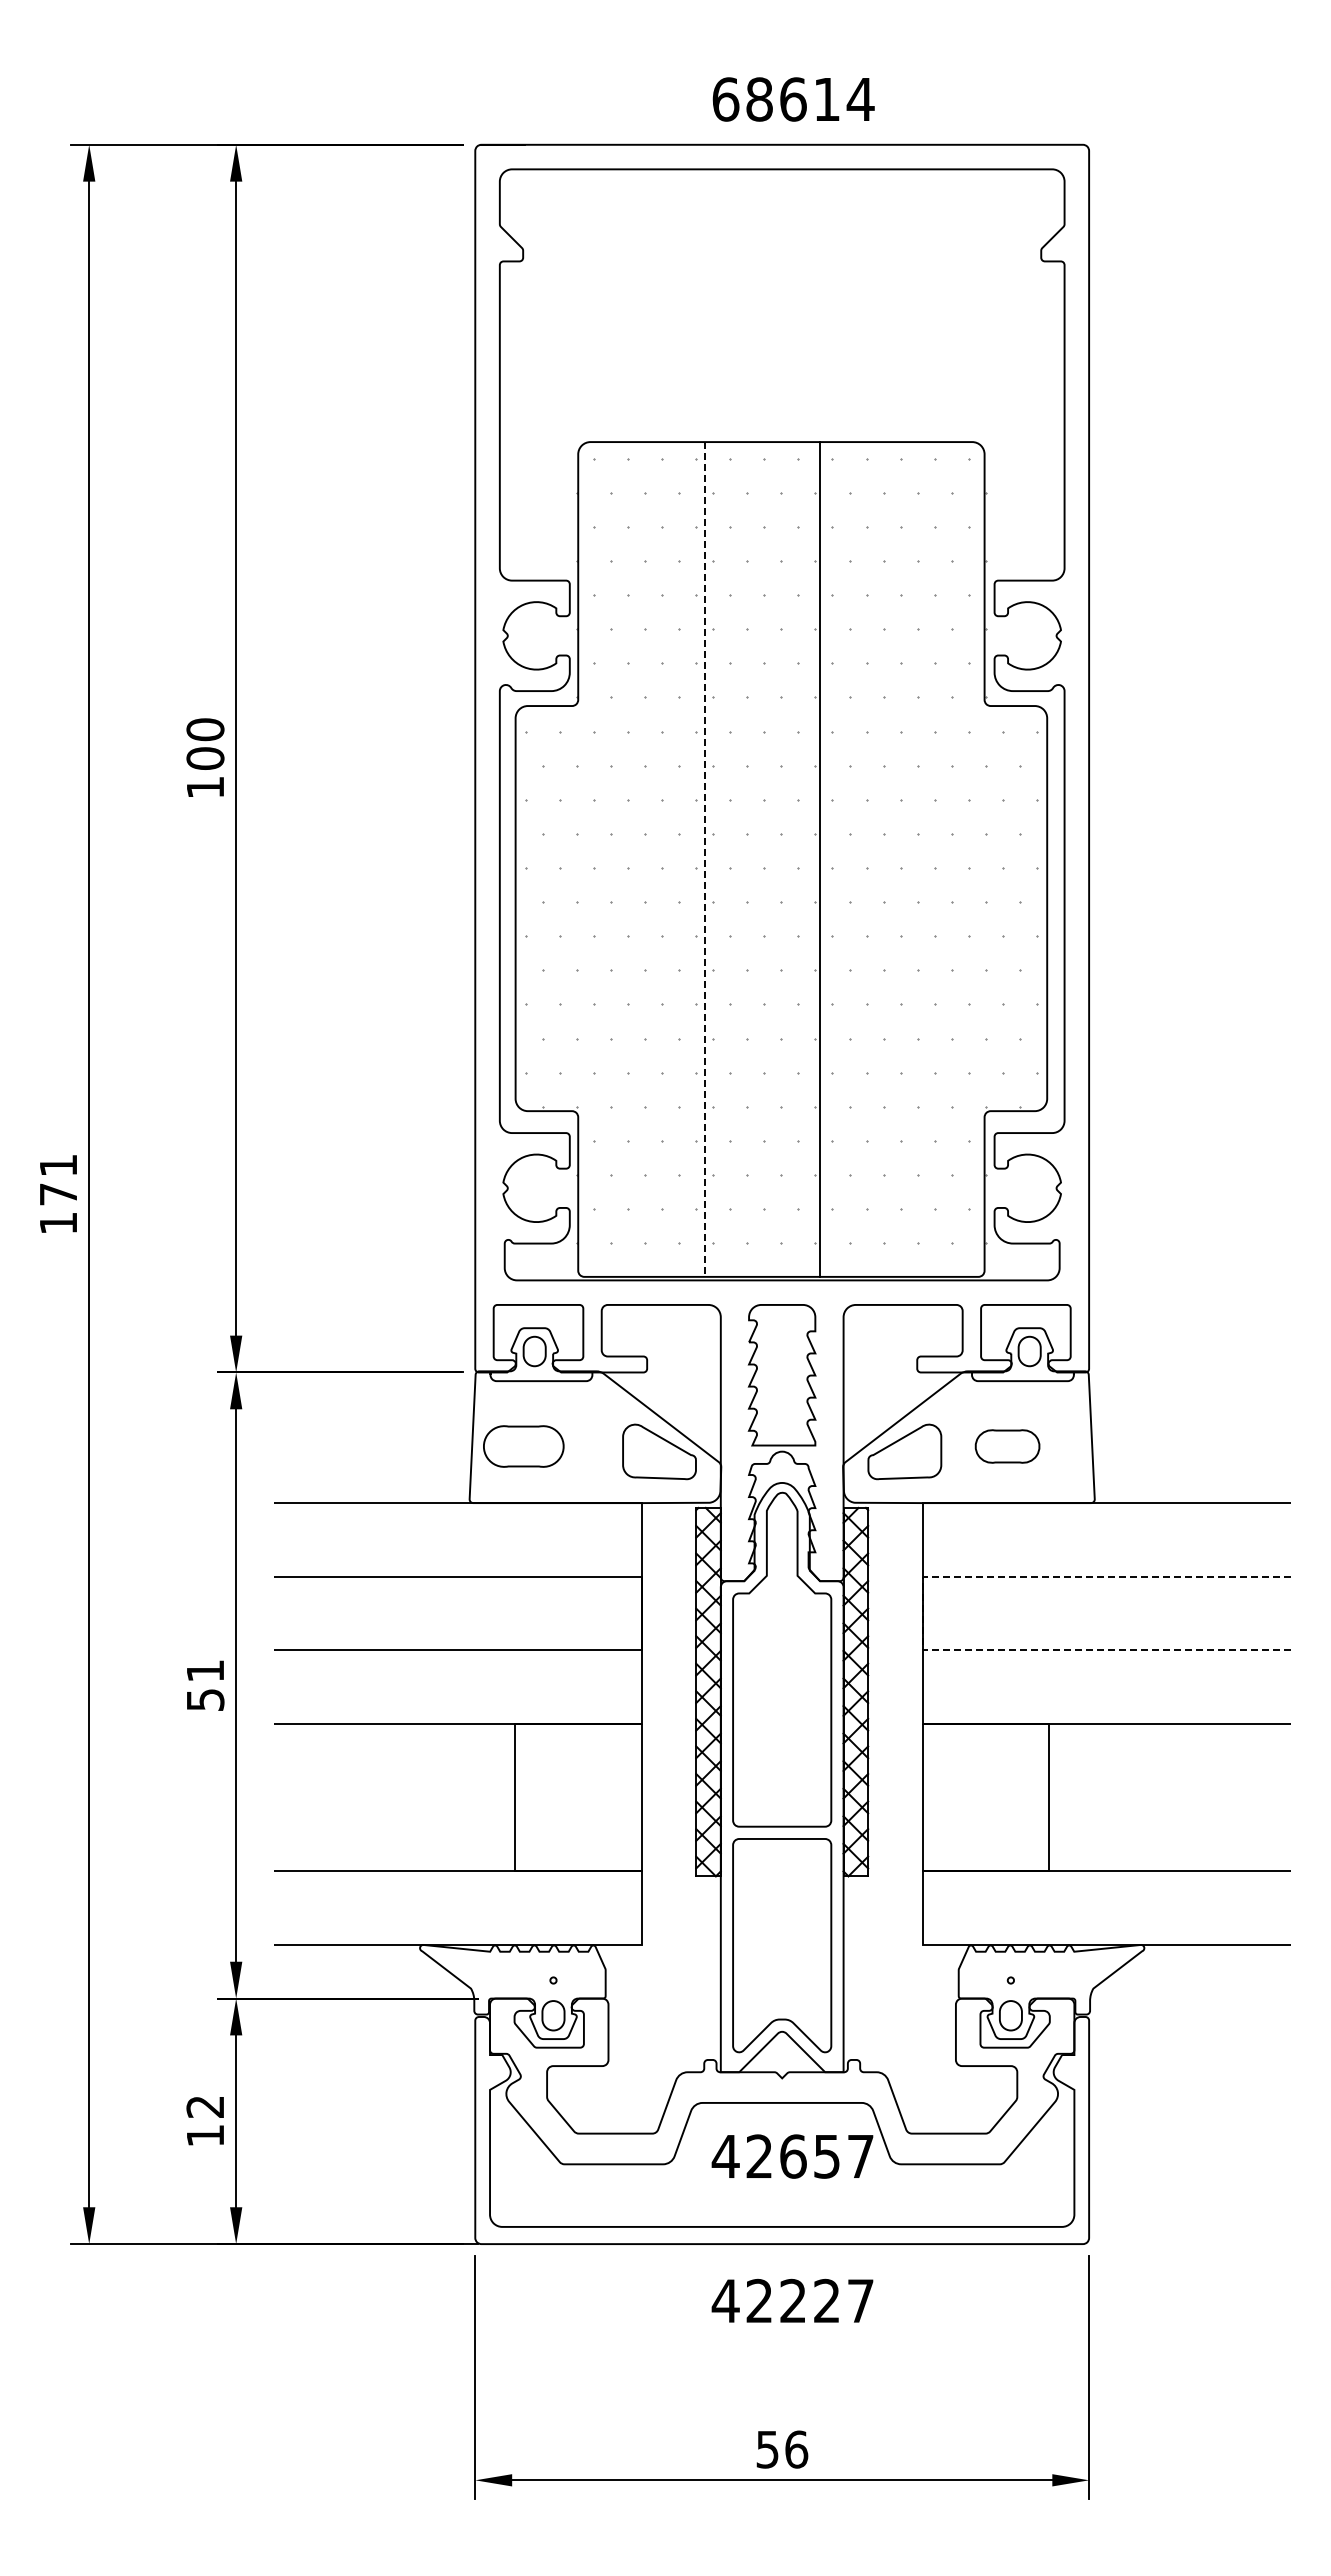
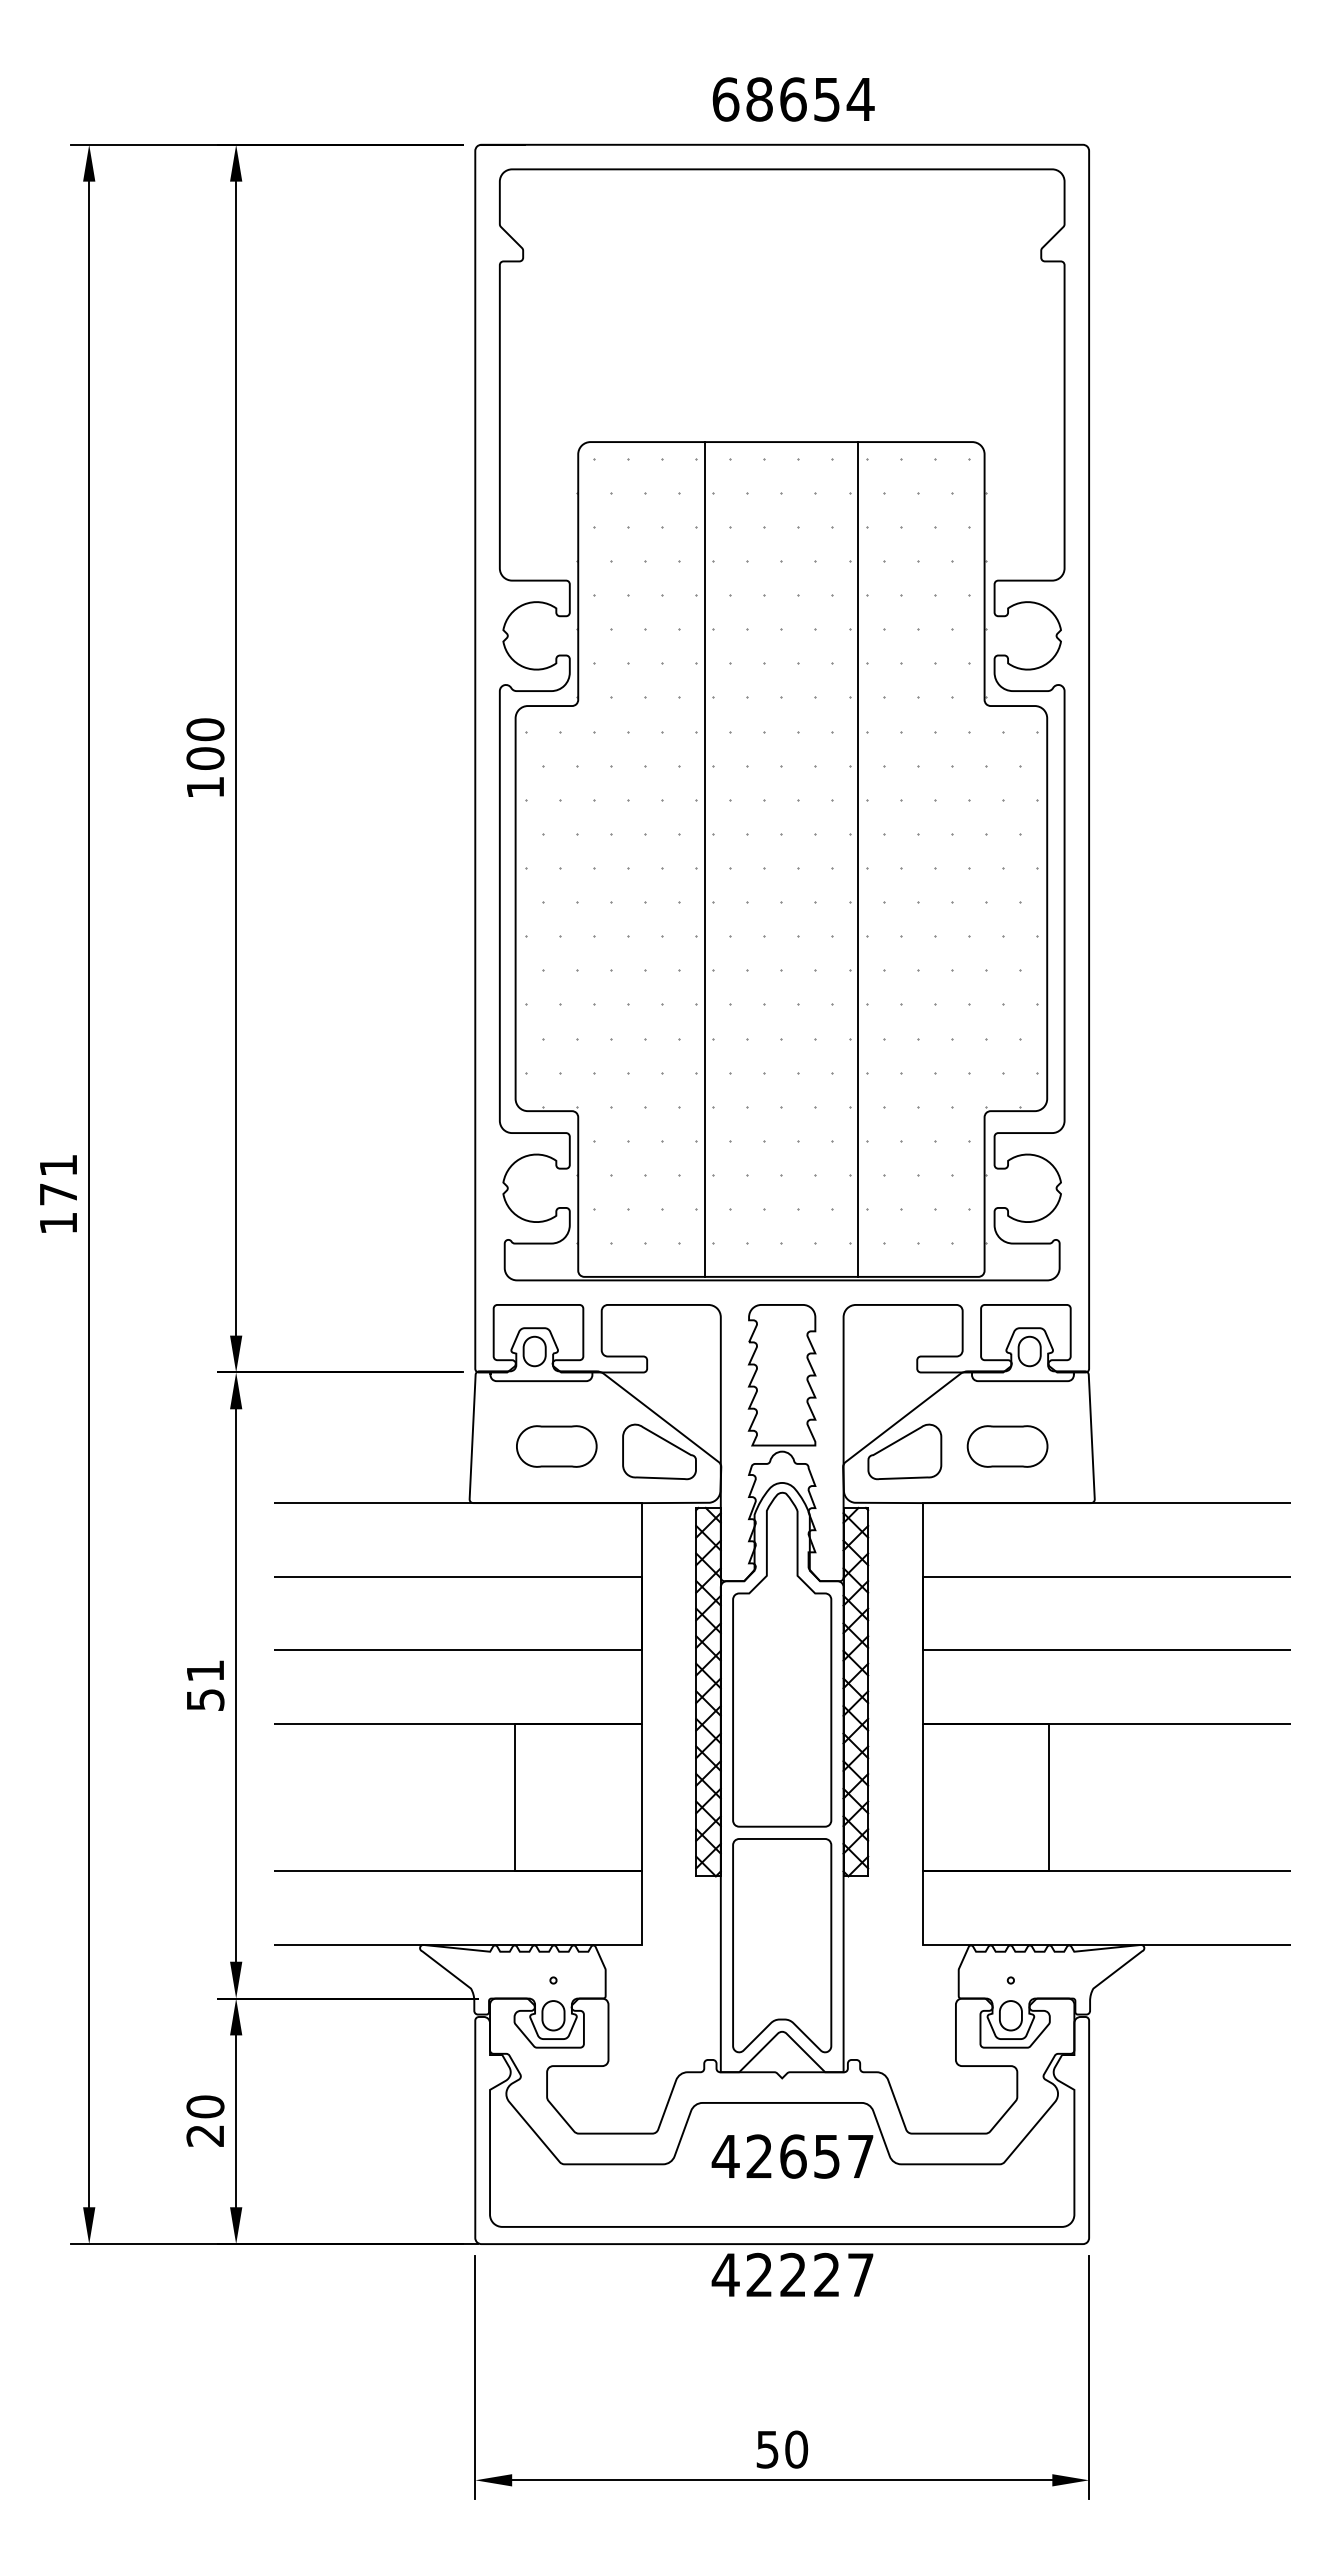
text at (826, 99): 68614 -> 68654
line at (704, 859): dashed -> solid
line at (820, 859) position: (820, 859) -> (858, 859)
part at (523, 1446) position: (523, 1446) -> (556, 1446)
part at (1007, 1446) size: 67x35 px -> 83x43 px
line at (922, 1613): dashed -> solid
text at (205, 2120): 12 -> 20
text at (792, 2300) position: (792, 2300) -> (792, 2274)
text at (796, 2449): 56 -> 50
